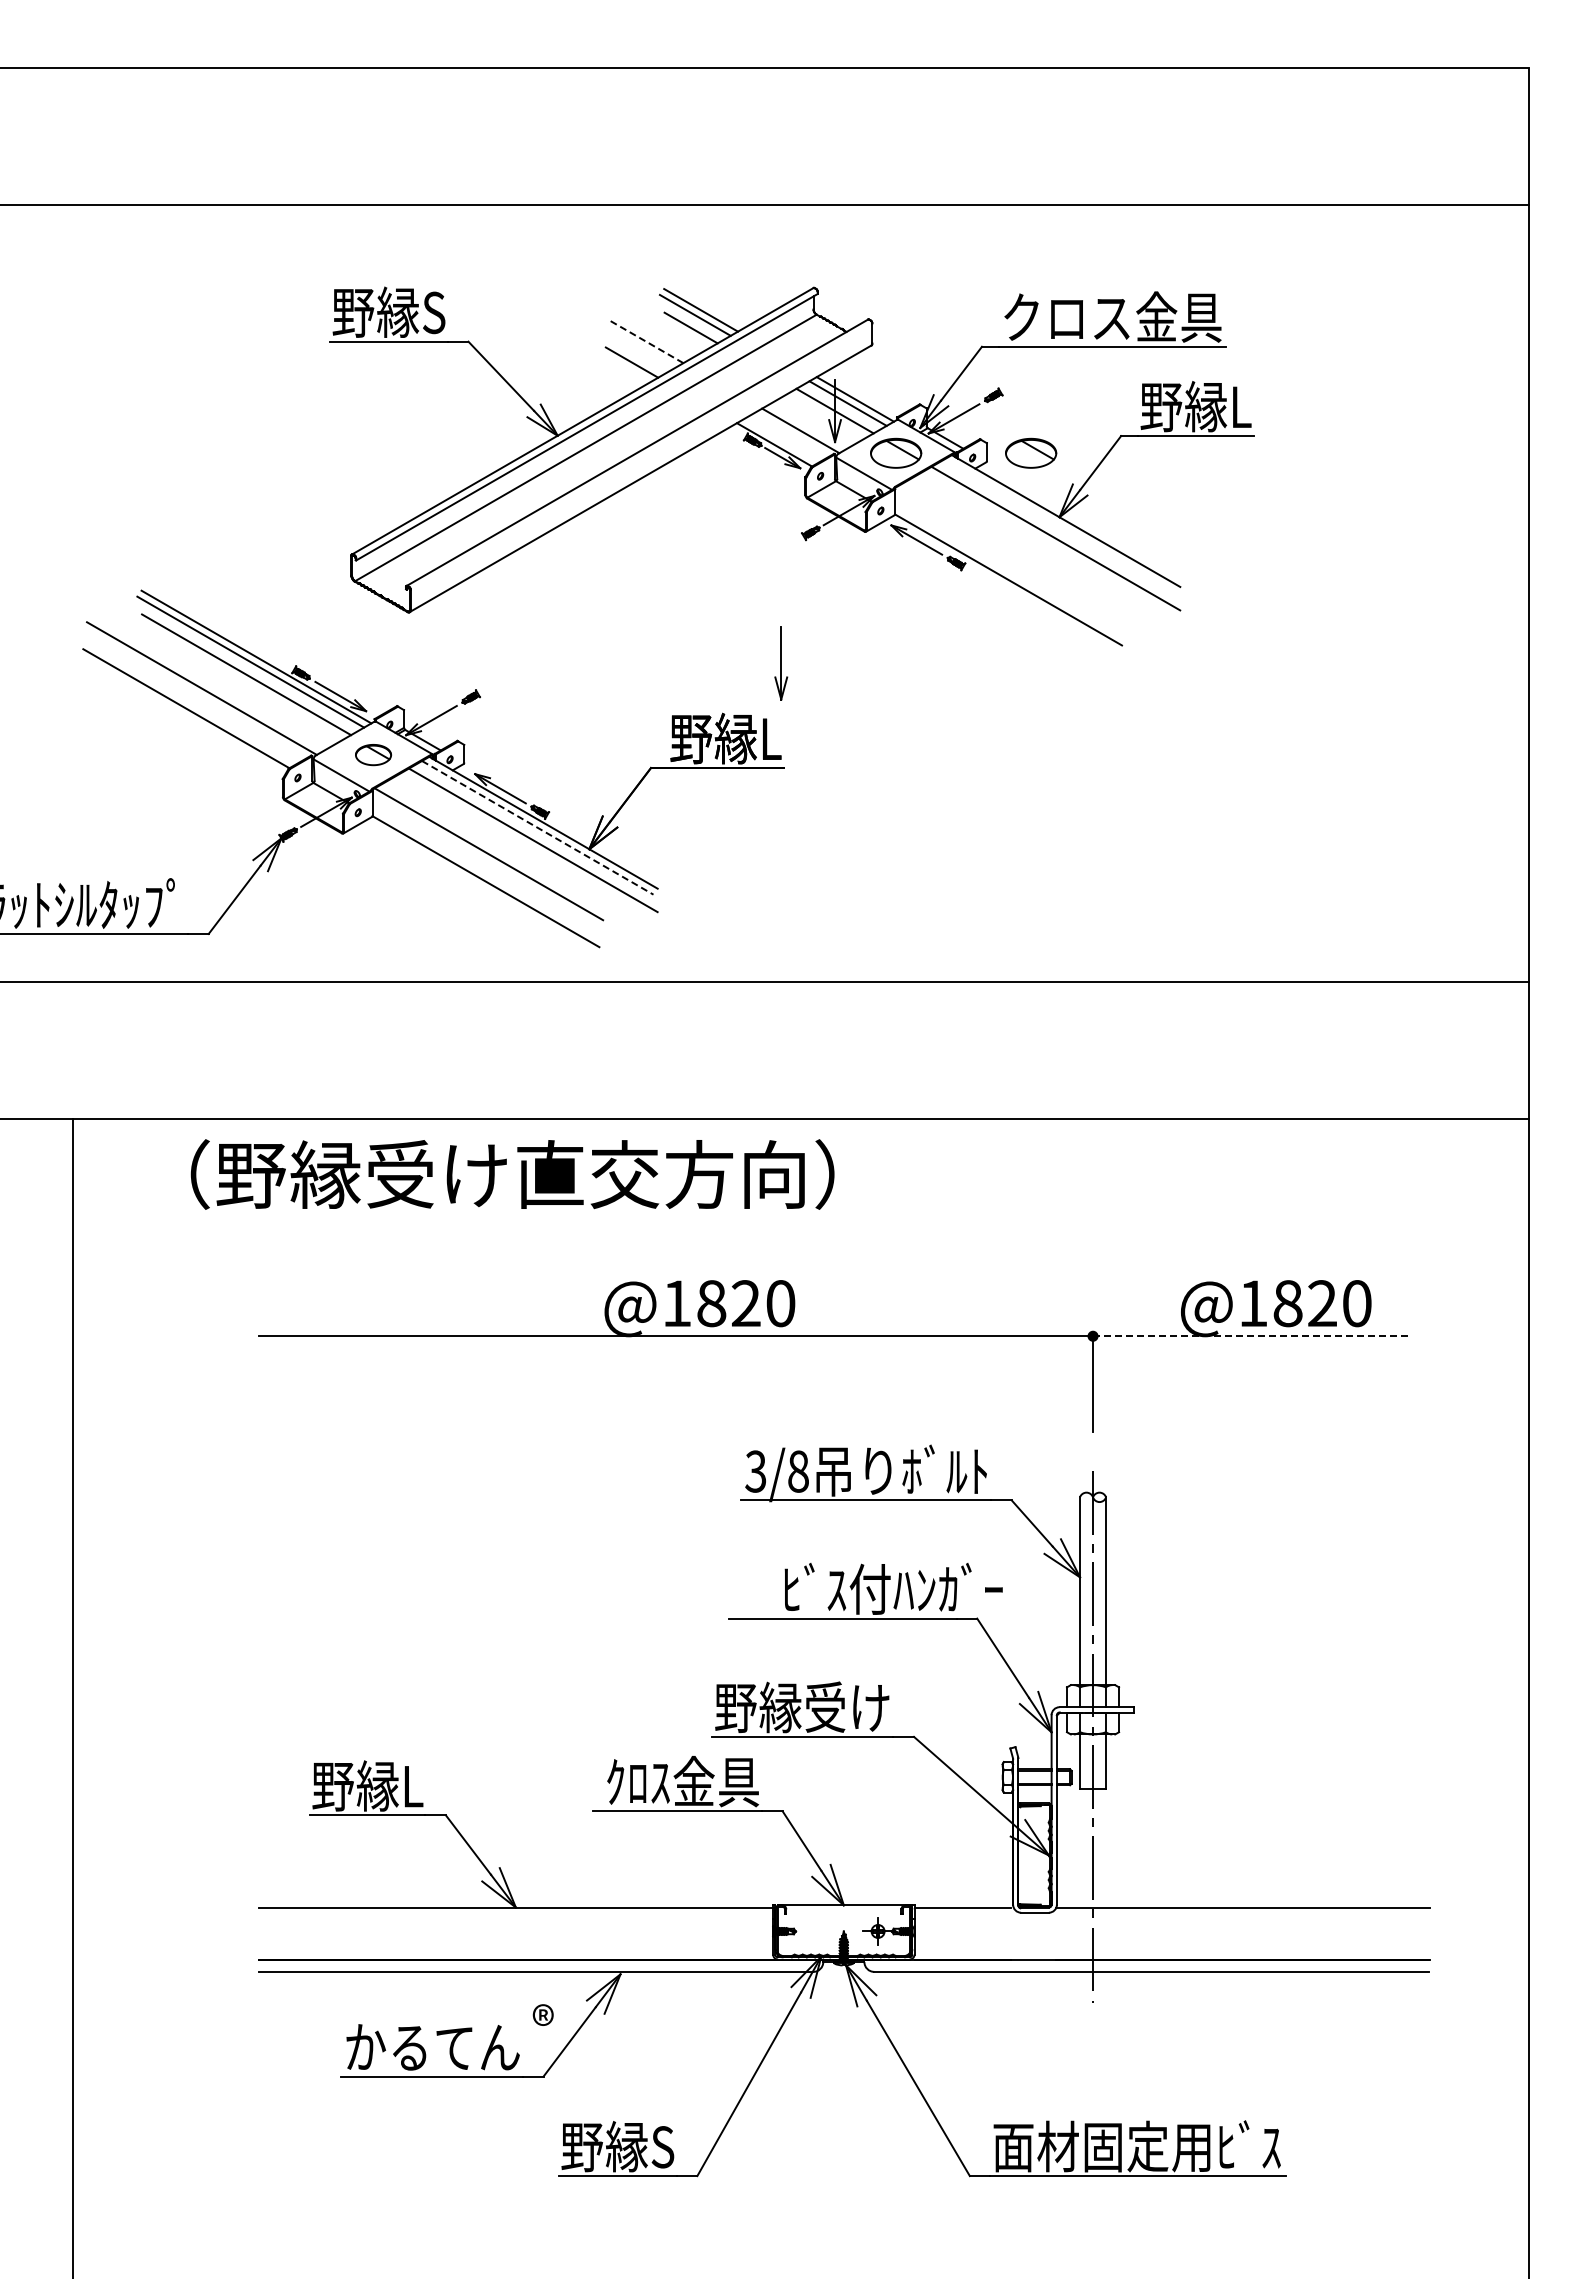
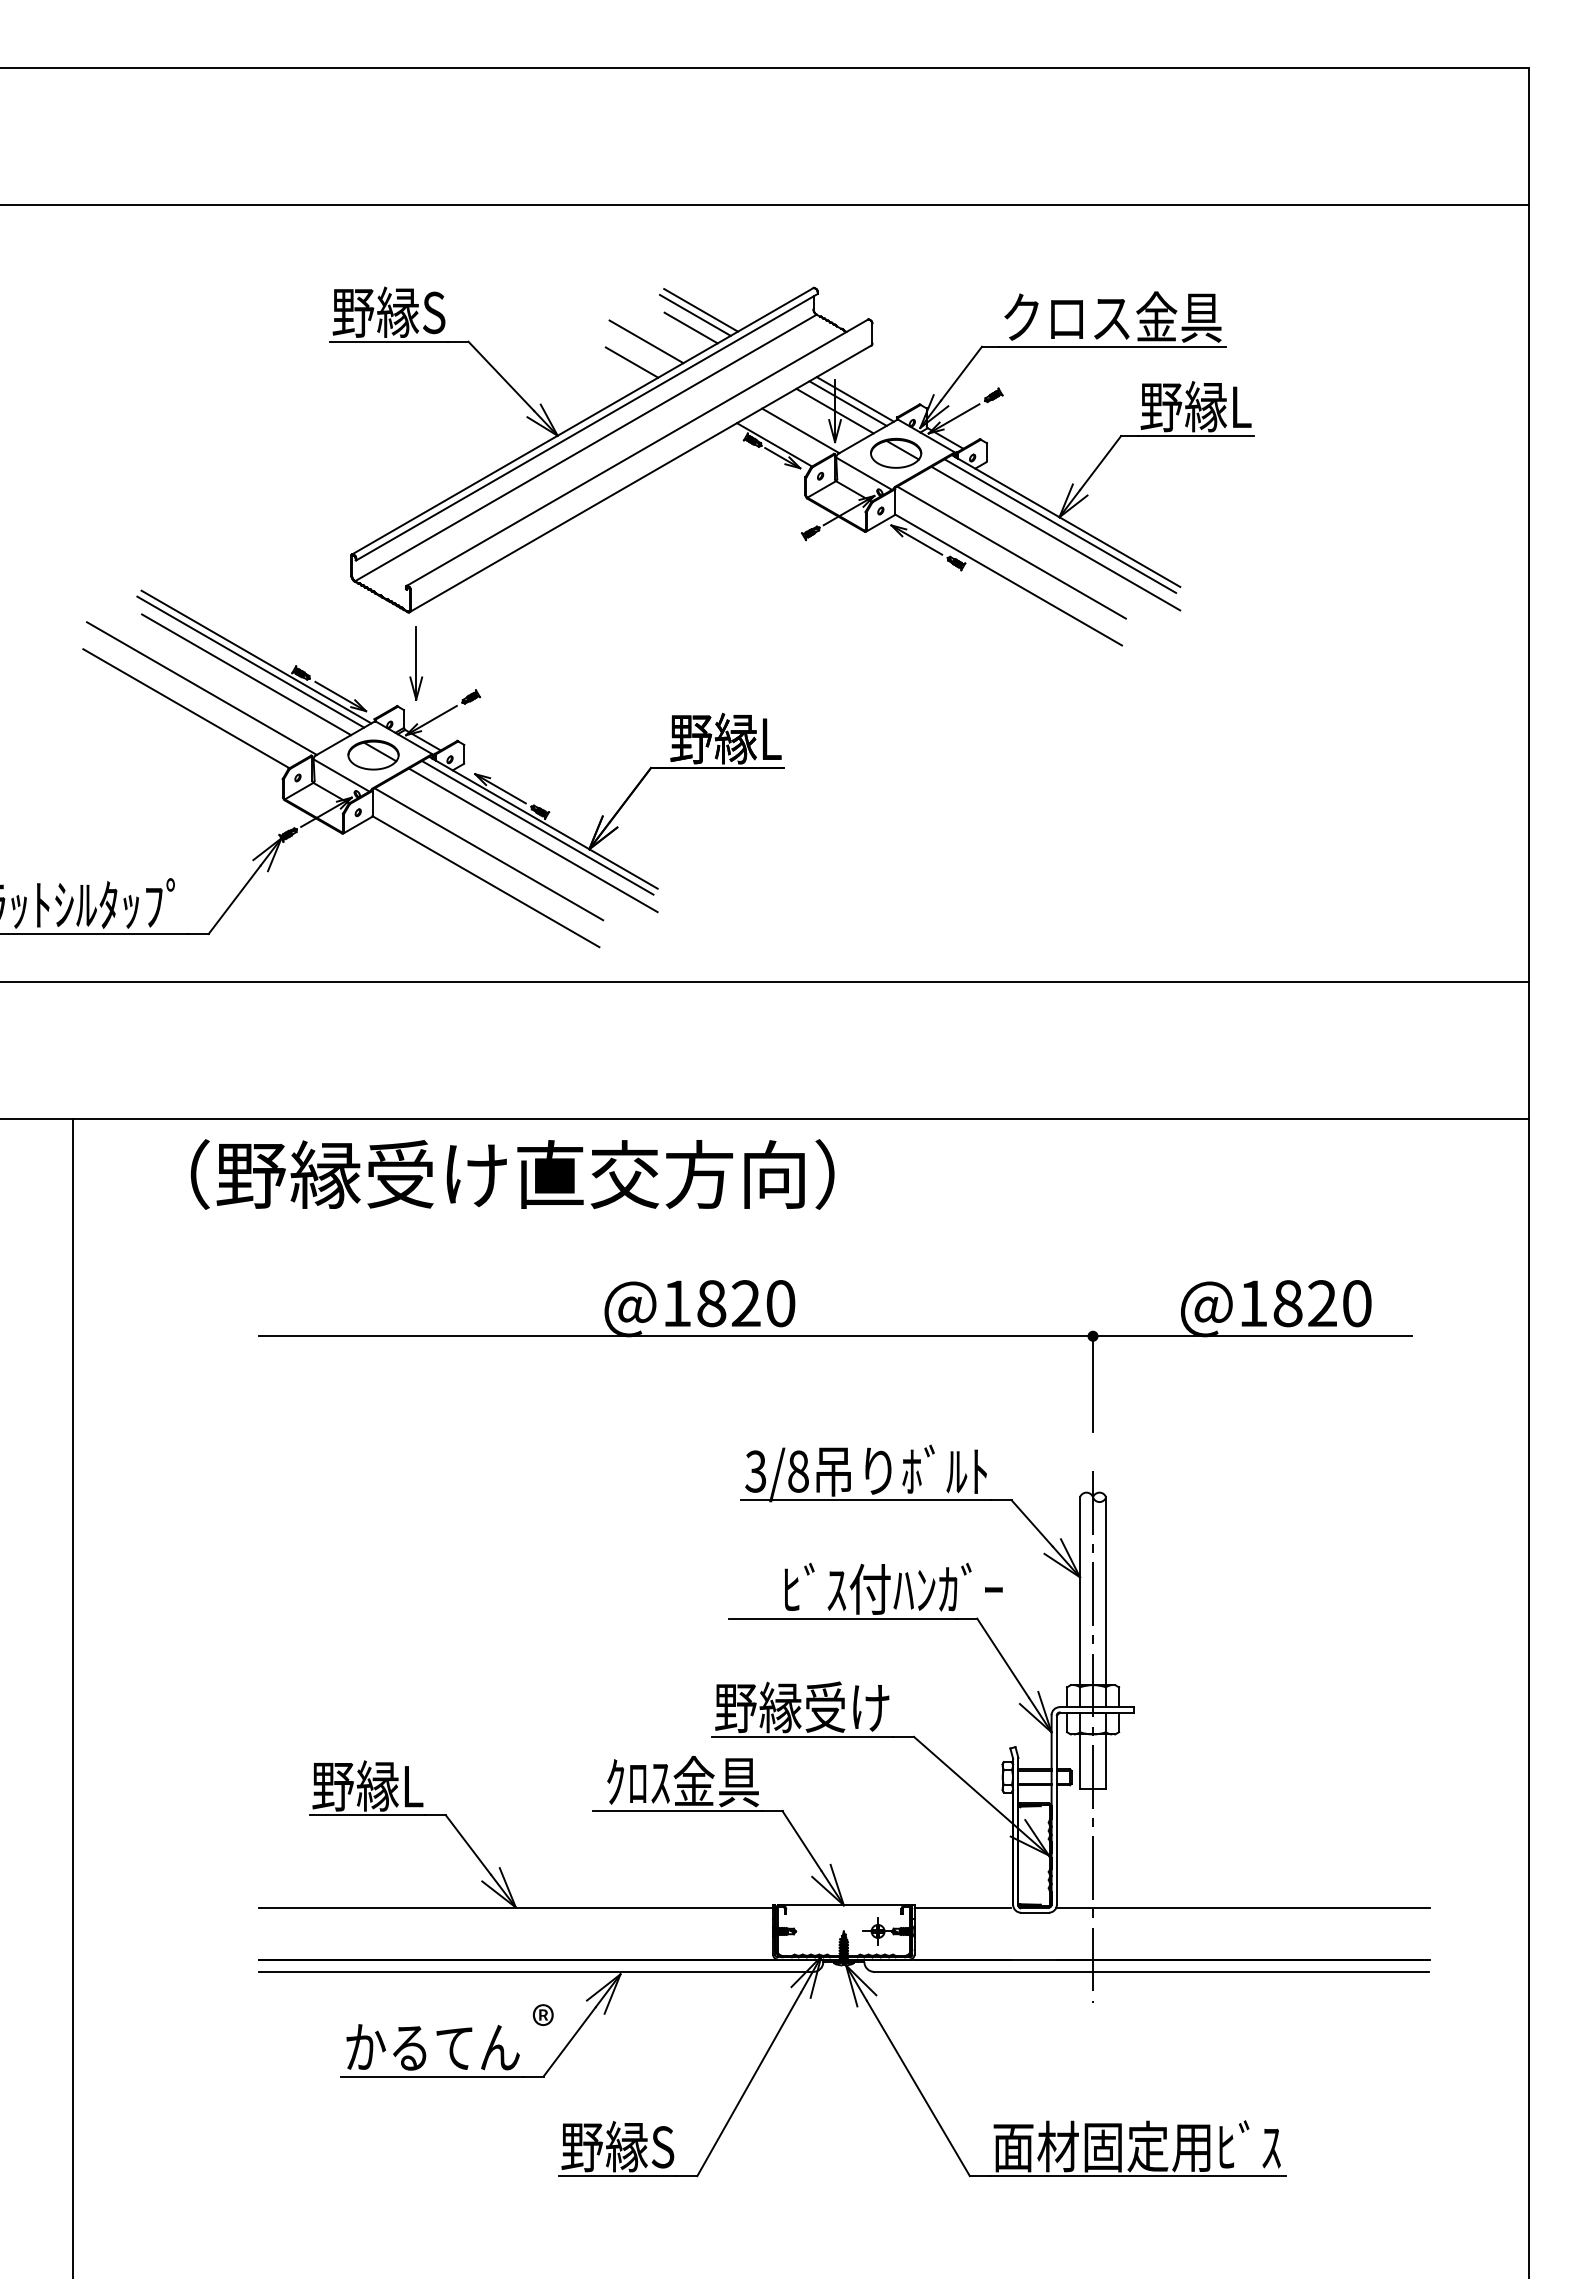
line at (646, 341): dashed -> solid
part at (1031, 452): present -> none
line at (1060, 525): none -> present
line at (1011, 552): none -> present
part at (781, 663) position: (781, 663) -> (416, 663)
part at (373, 755) size: 37x23 px -> 53x32 px
line at (537, 827): dashed -> solid
line at (1252, 1336): dashed -> solid
